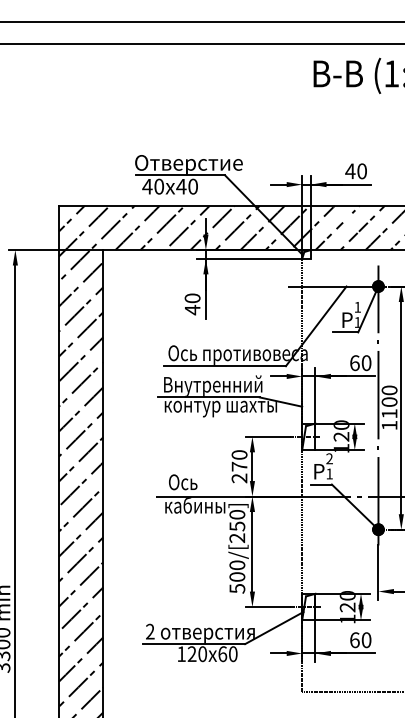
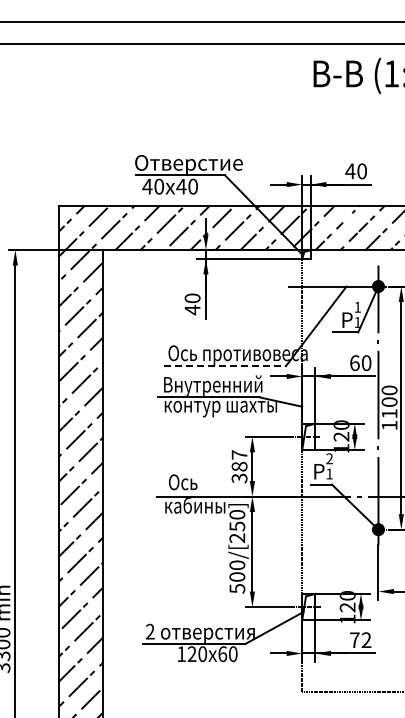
line at (224, 366): solid -> dashed
text at (239, 466): 270 -> 387
text at (360, 640): 60 -> 72
